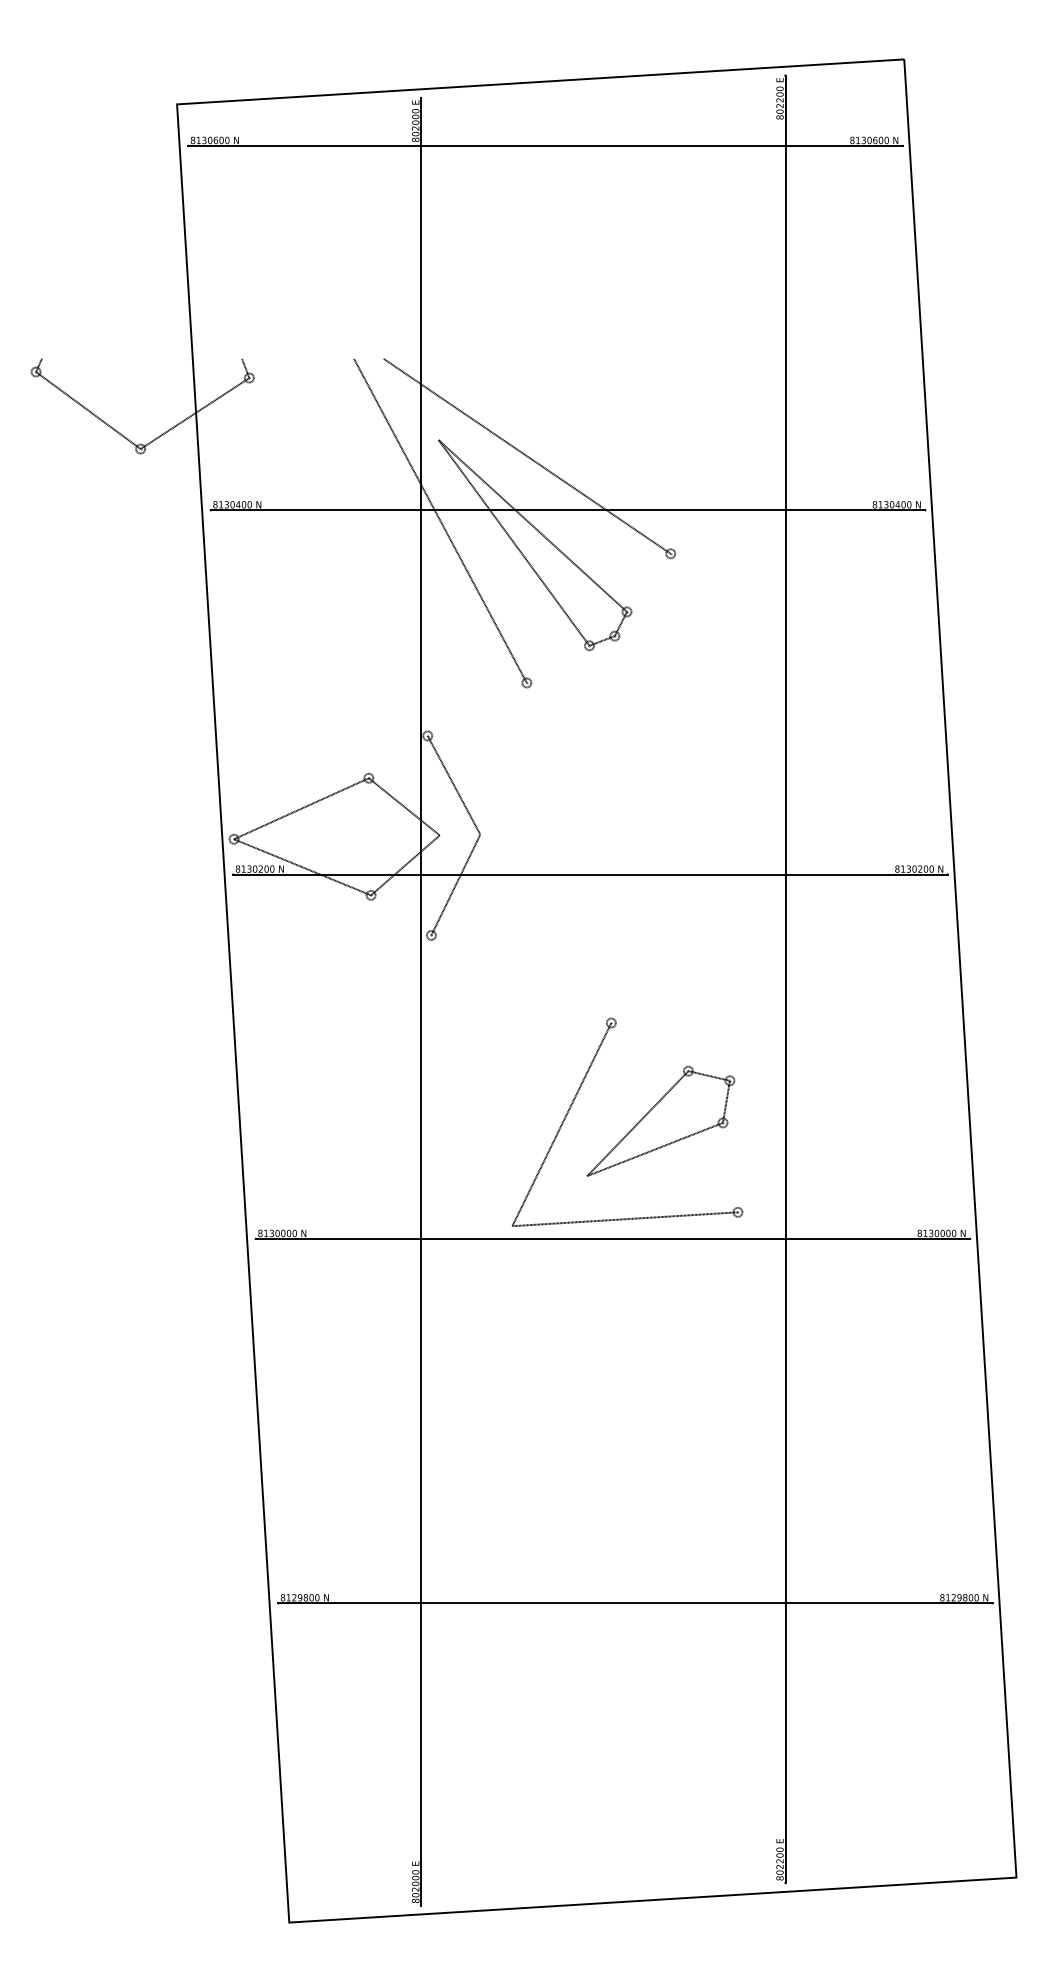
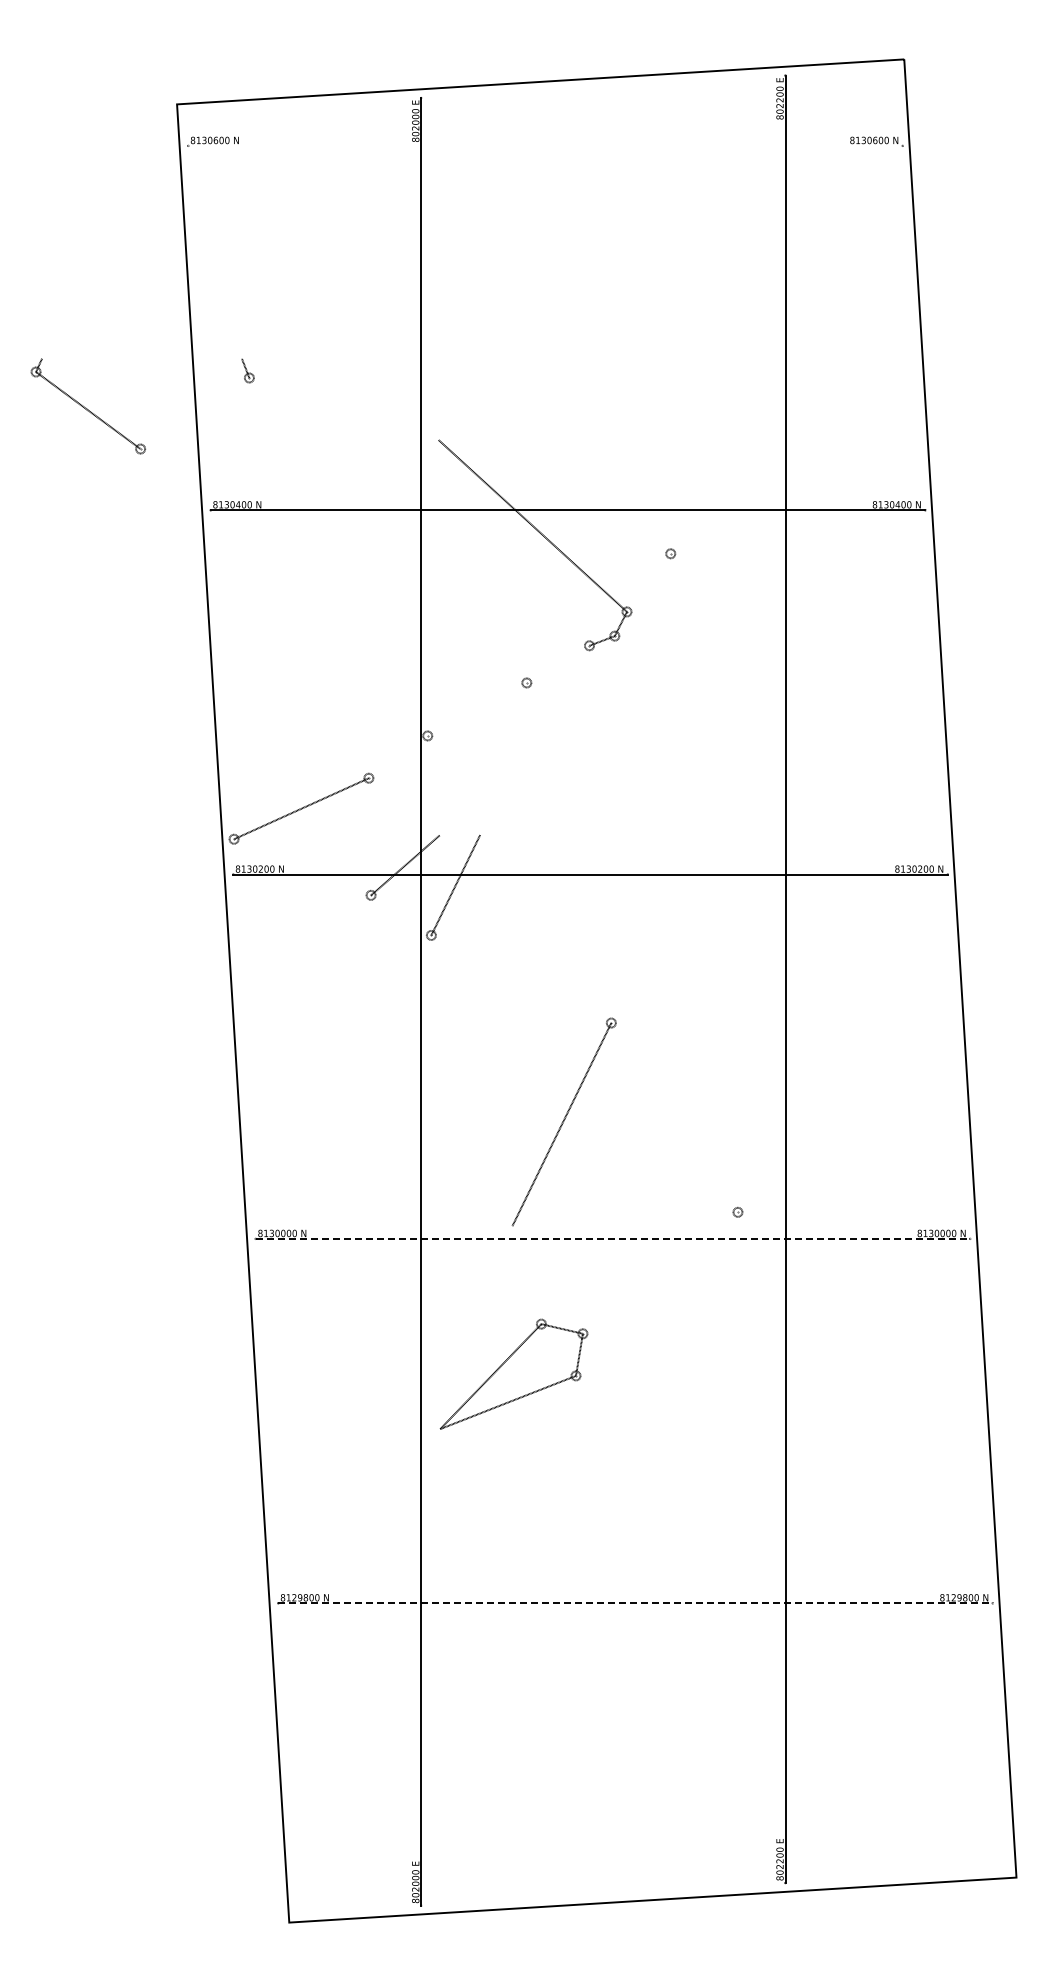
line at (545, 145): present -> none
line at (194, 413): present -> none
line at (526, 455): present -> none
line at (439, 520): present -> none
line at (513, 542): present -> none
line at (453, 784): present -> none
line at (403, 806): present -> none
line at (302, 867): present -> none
part at (660, 1120) position: (660, 1120) -> (513, 1373)
line at (624, 1219): present -> none
line at (613, 1238): solid -> dashed
line at (636, 1603): solid -> dashed
